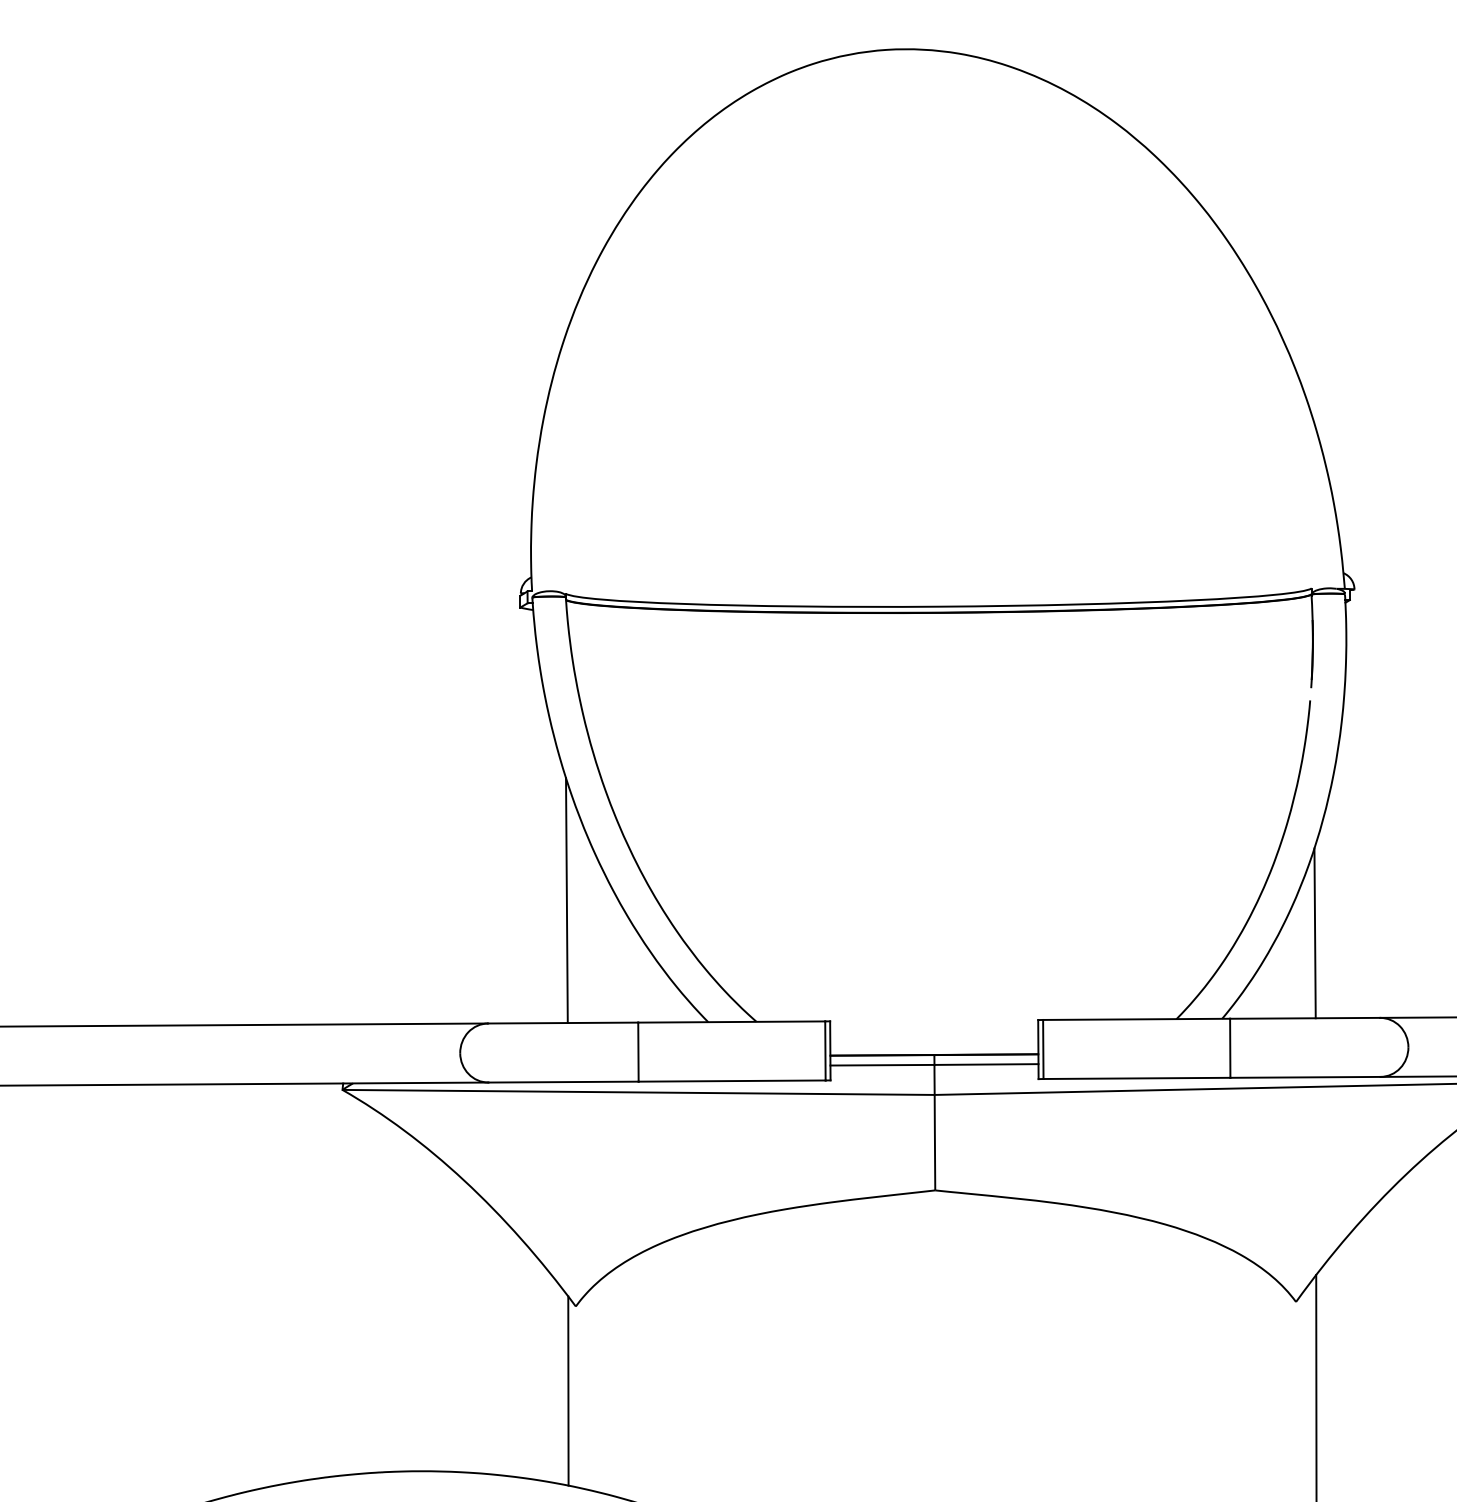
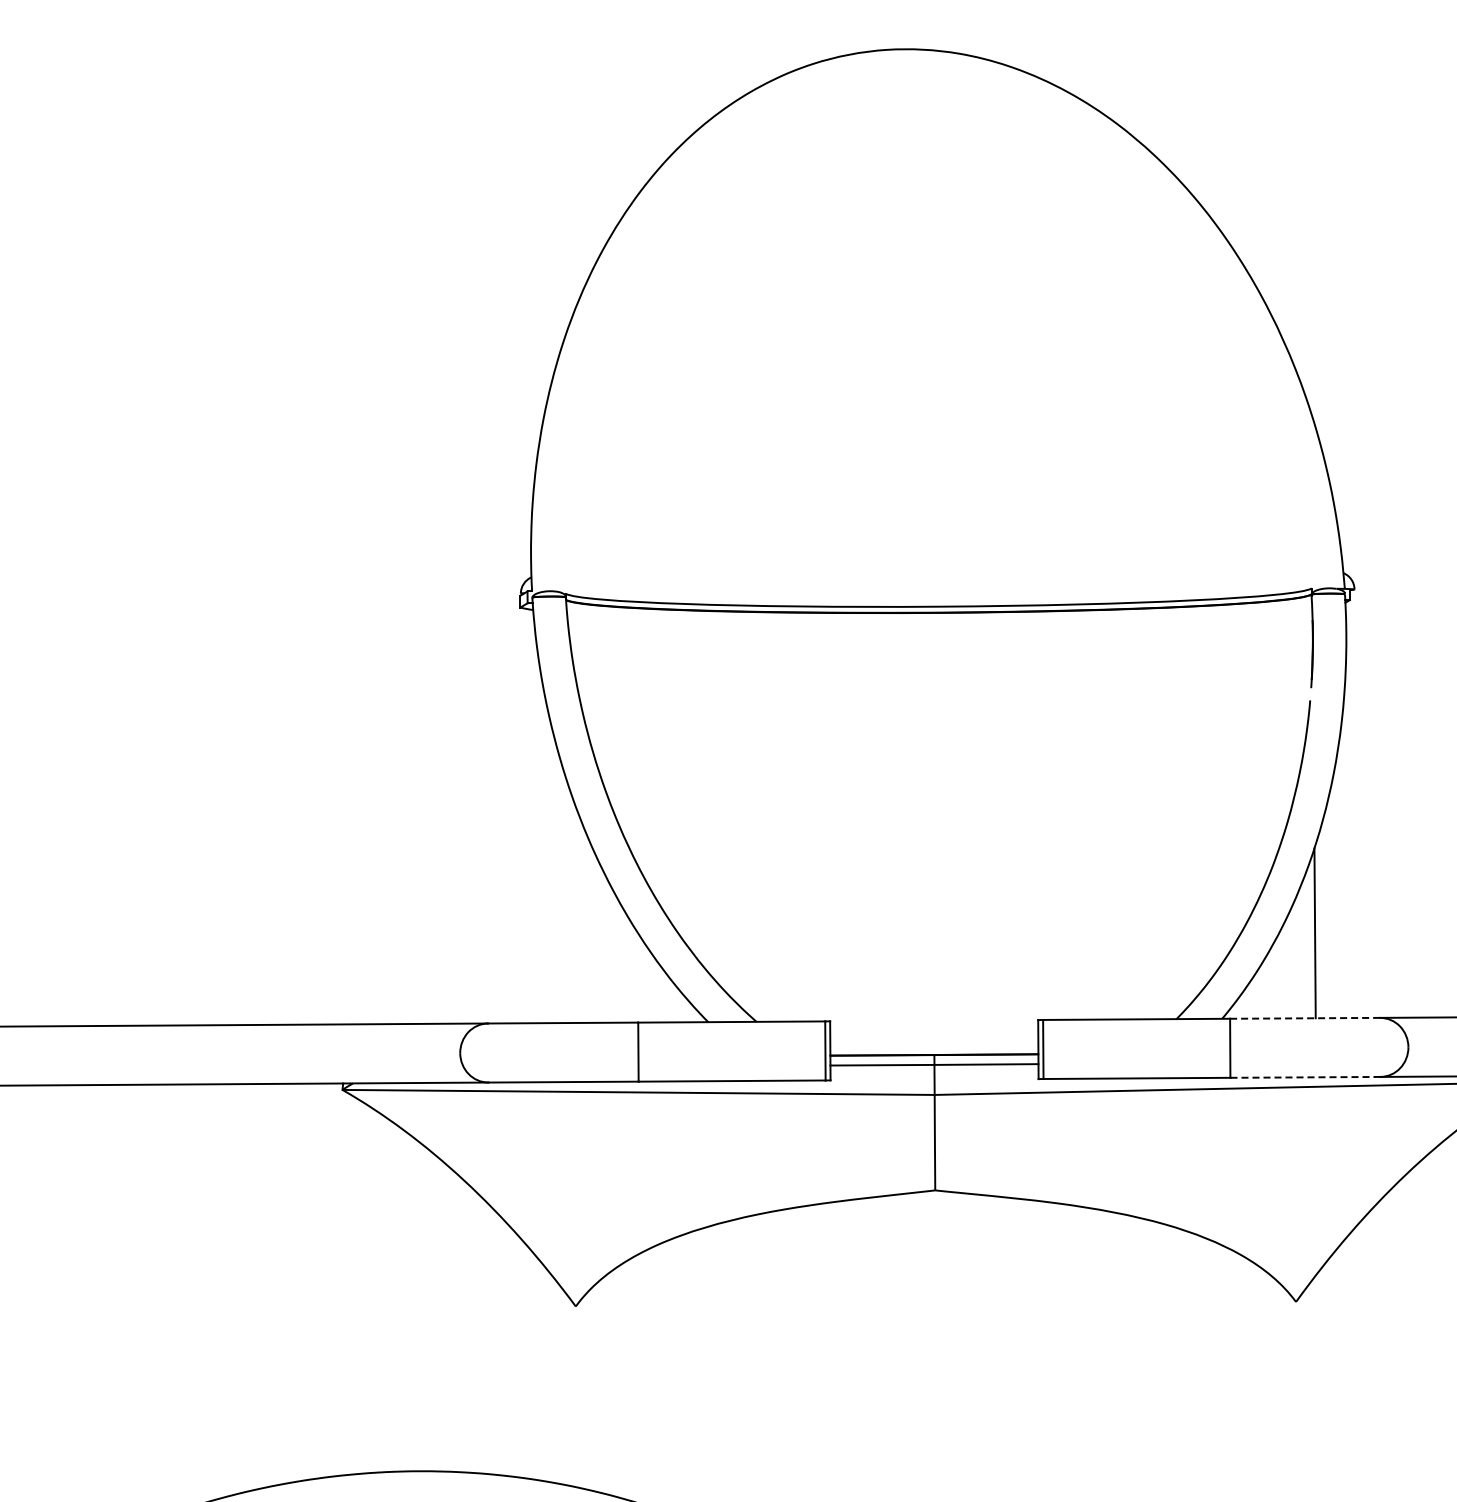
line at (566, 900): present -> none
line at (1305, 1018): solid -> dashed
line at (1304, 1077): solid -> dashed
line at (1316, 1386): present -> none
line at (568, 1390): present -> none
